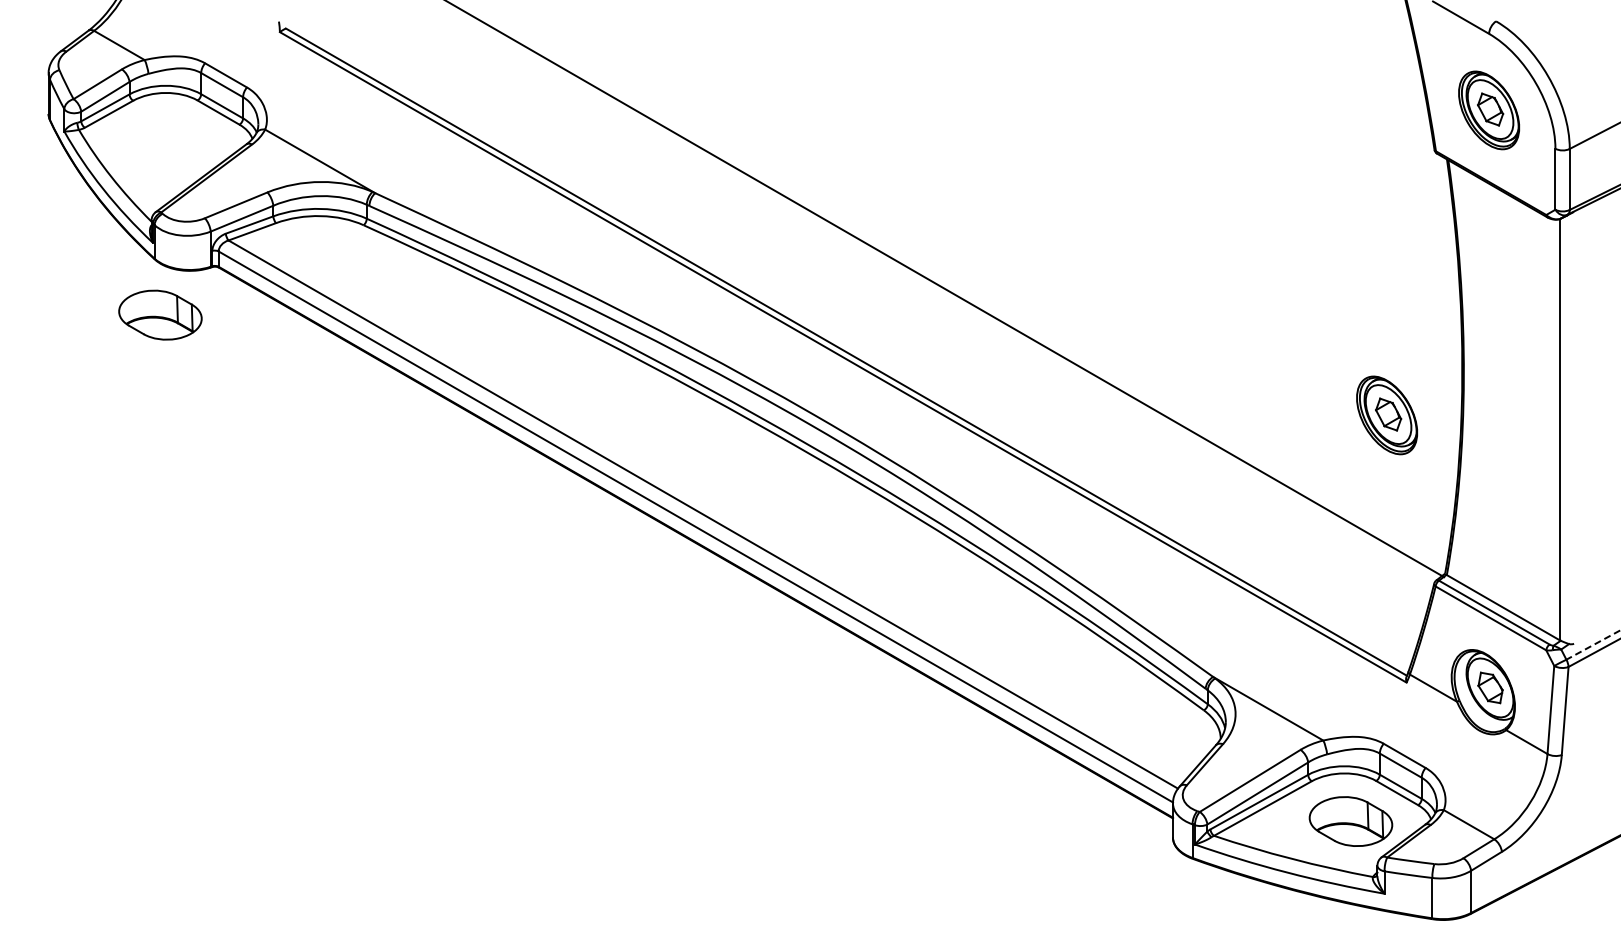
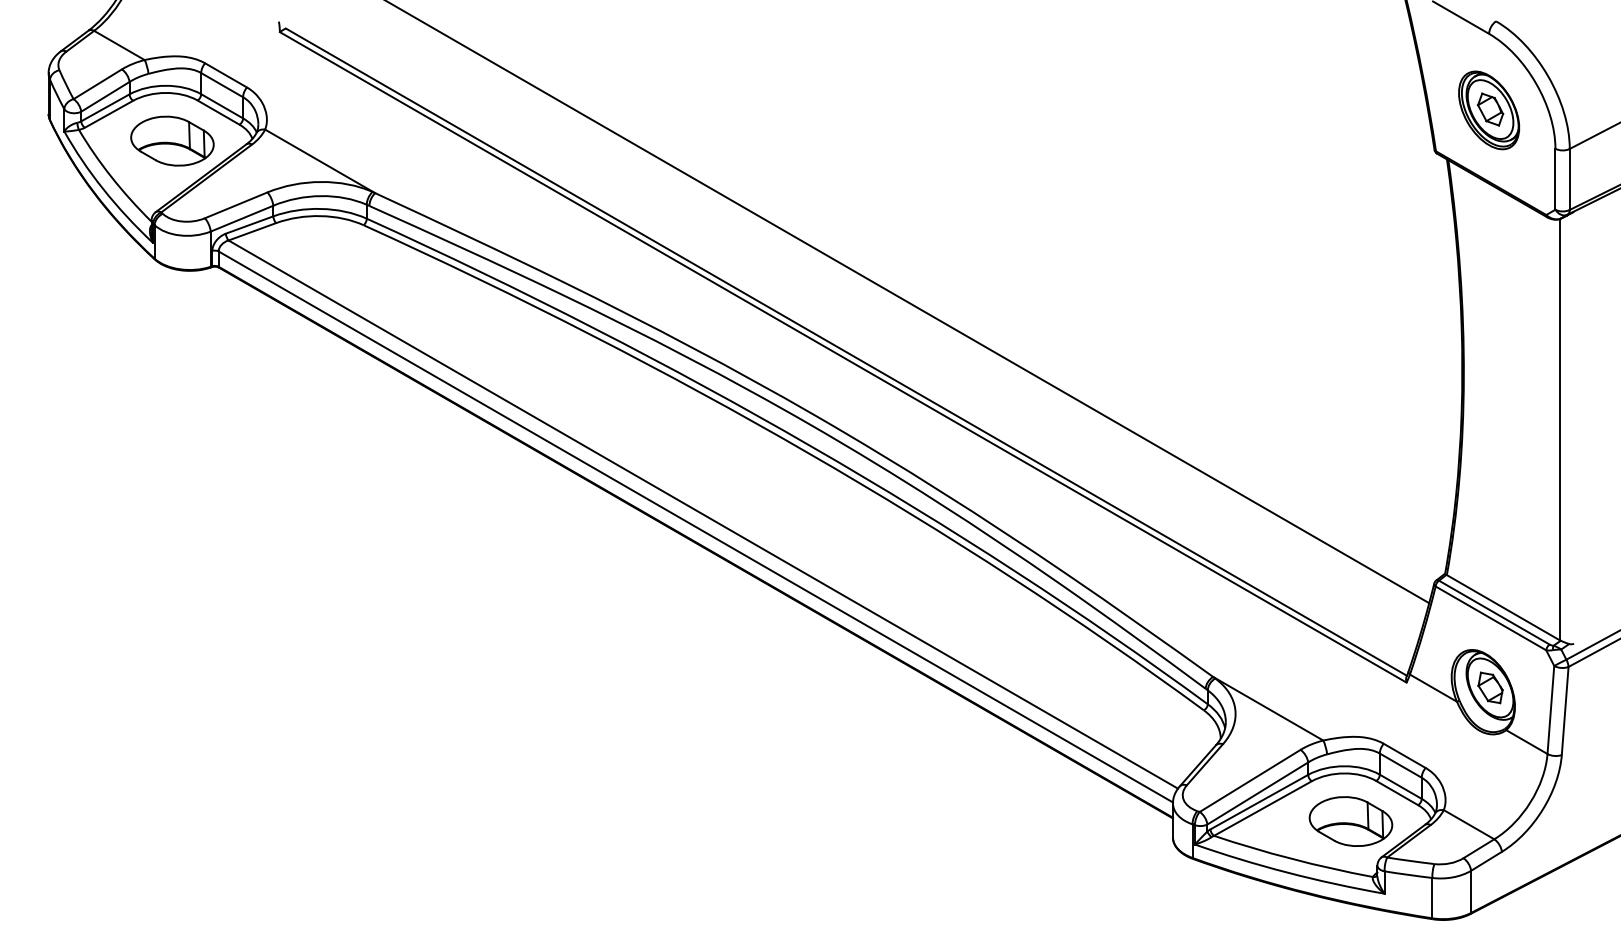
line at (946, 289) position: (946, 289) -> (908, 302)
part at (160, 314) position: (160, 314) -> (172, 140)
part at (1387, 415): present -> none
line at (1593, 644): dashed -> solid
